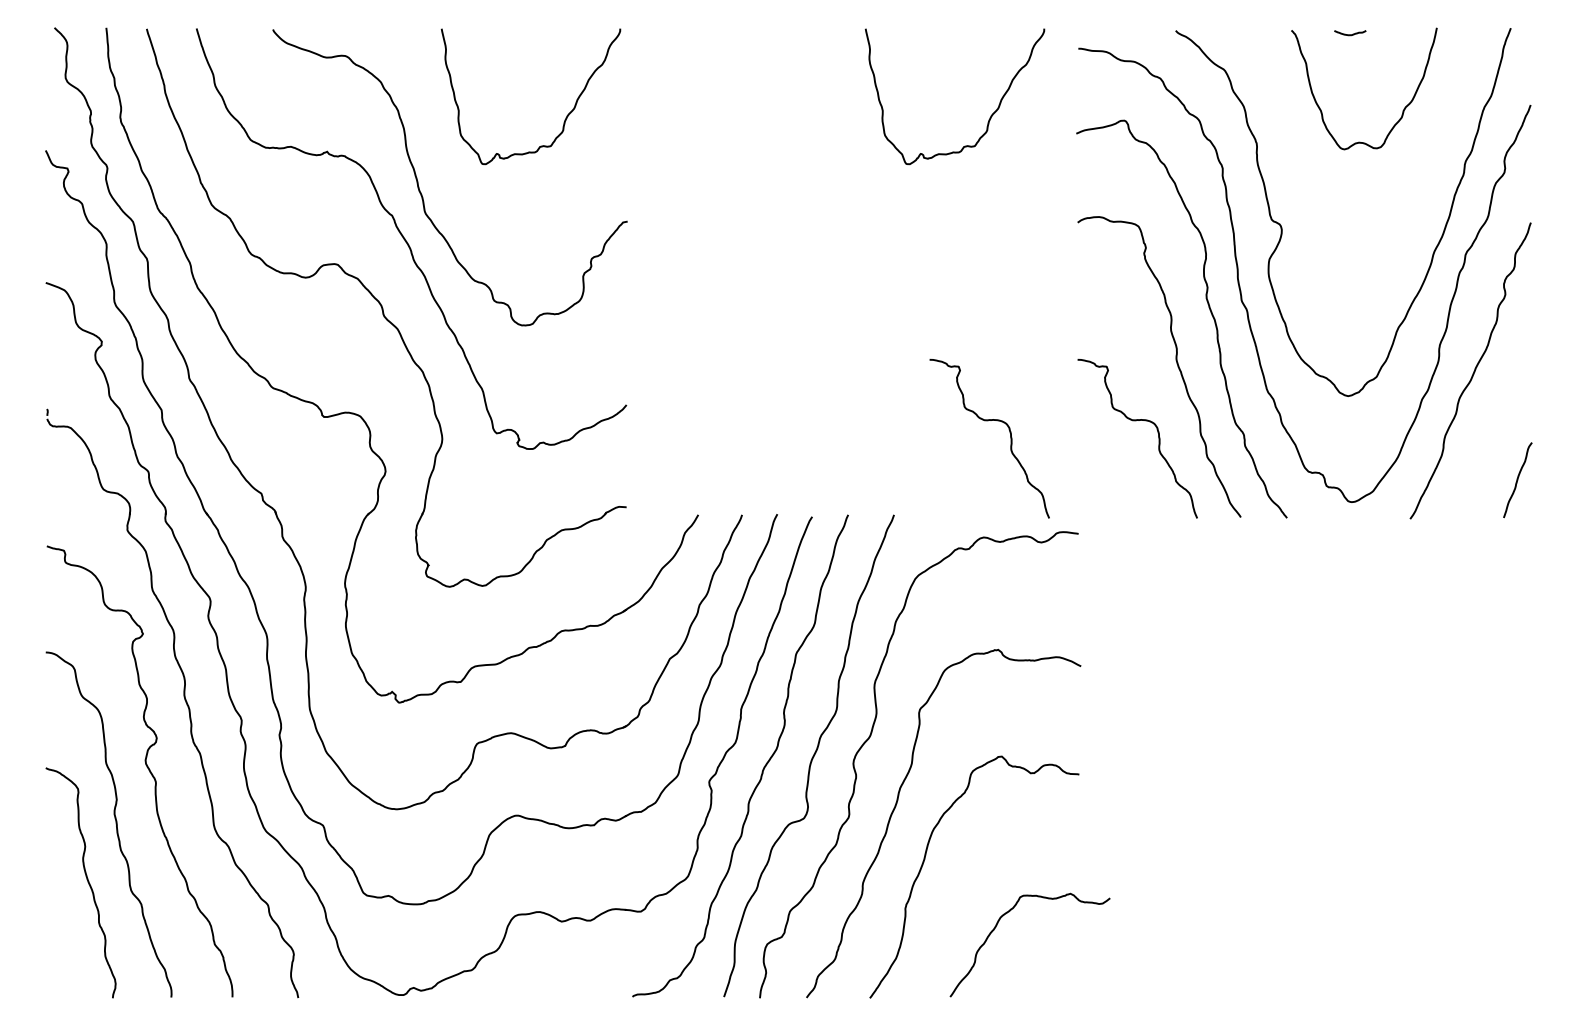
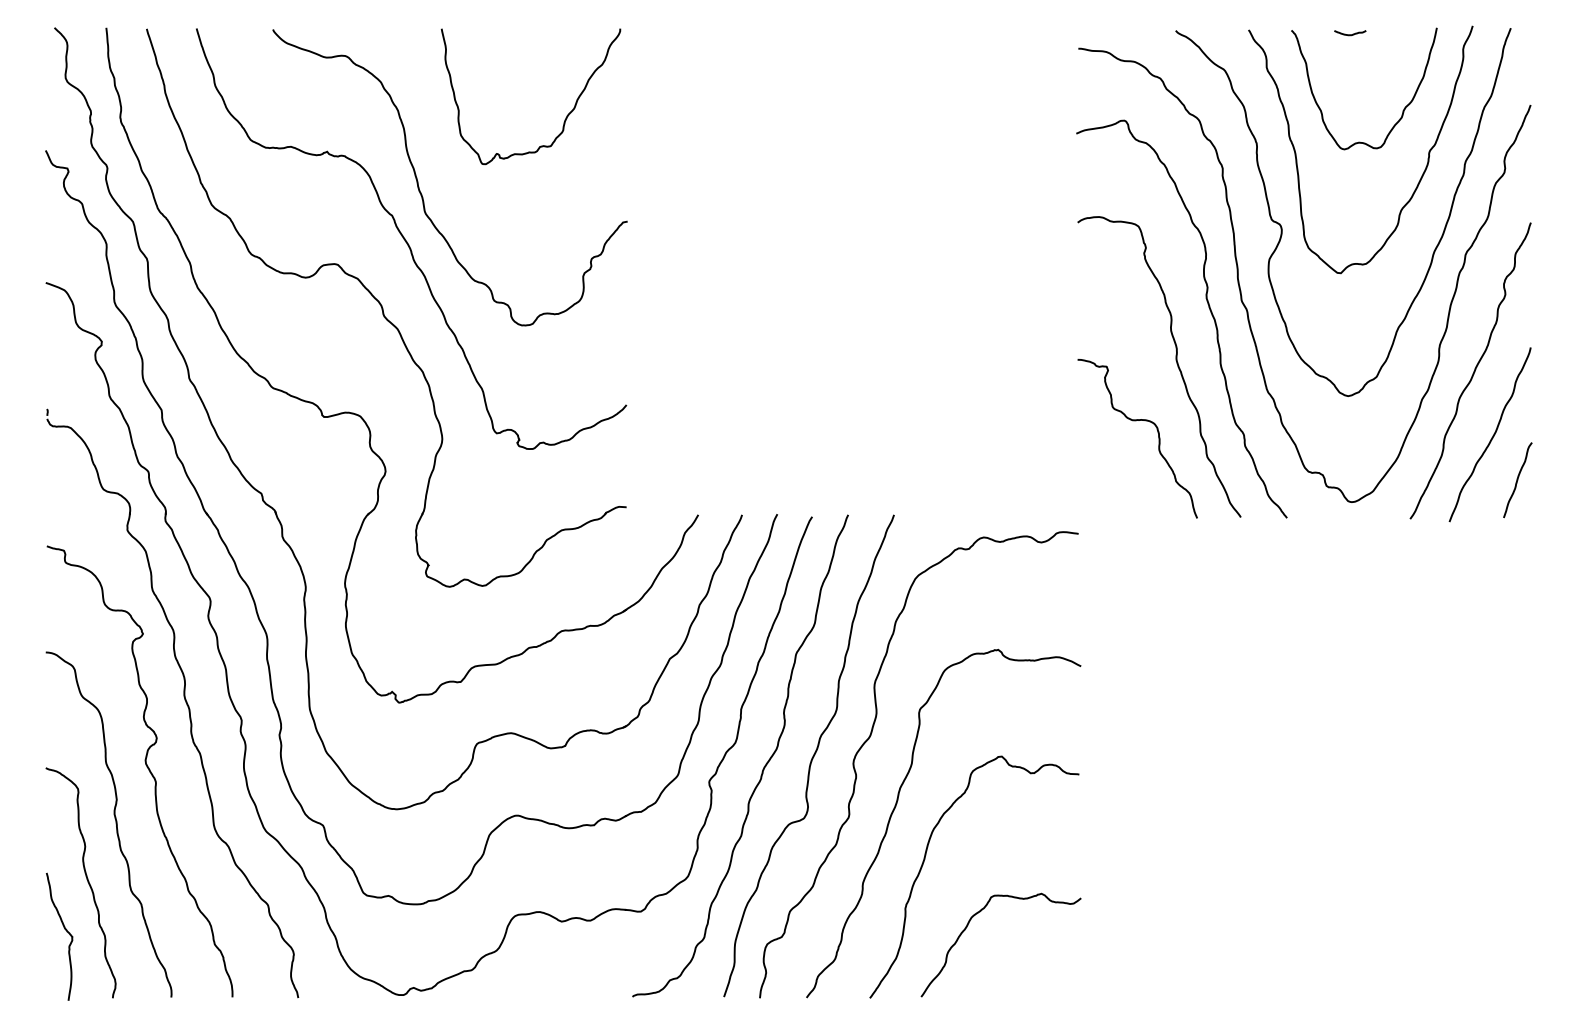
curve at (990, 115): present -> none
curve at (1297, 159): none -> present
curve at (988, 421): present -> none
curve at (1492, 435): none -> present
curve at (996, 927) position: (996, 927) -> (967, 927)
curve at (65, 930): none -> present
